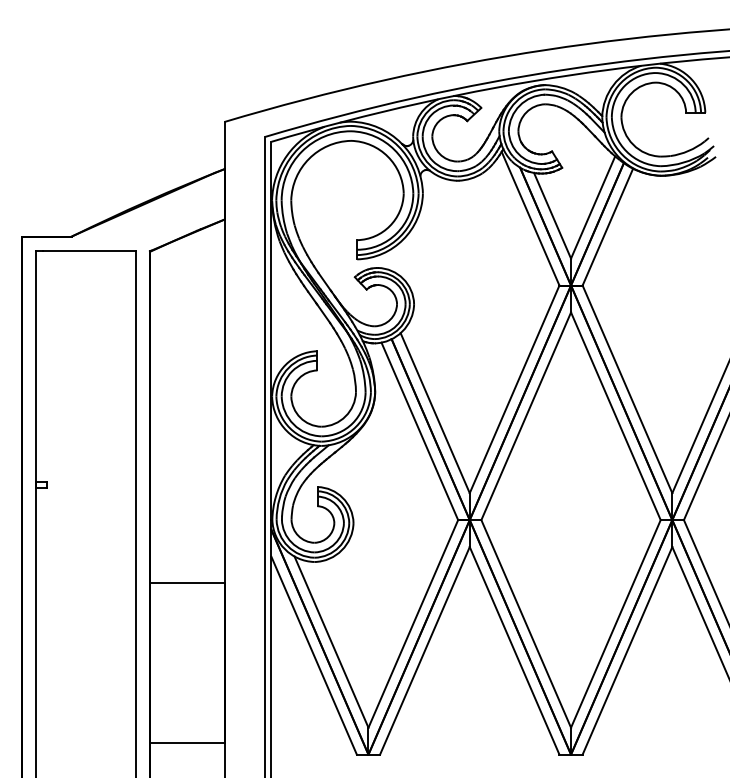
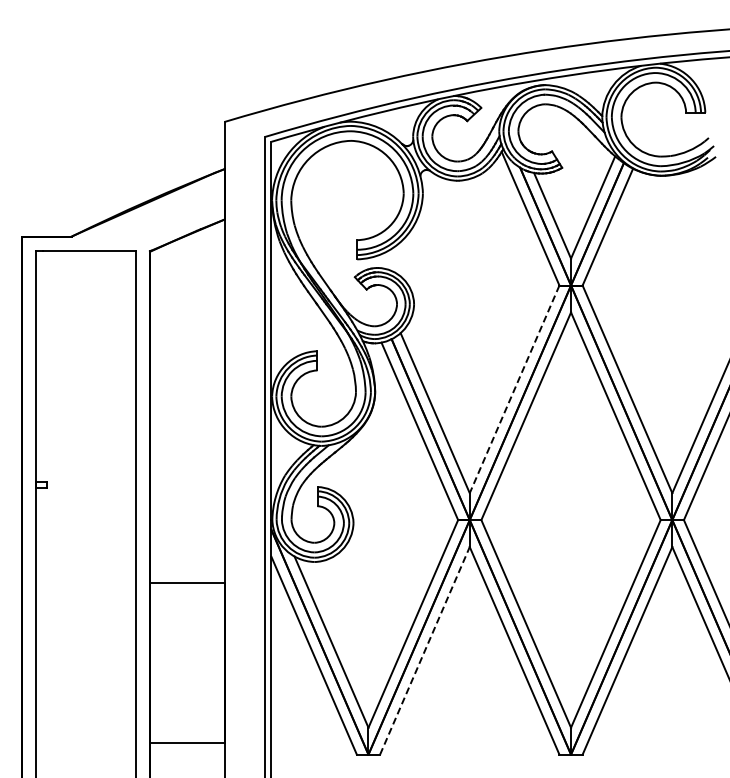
line at (514, 389): solid -> dashed
line at (425, 650): solid -> dashed
